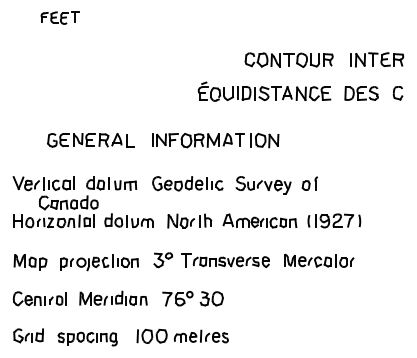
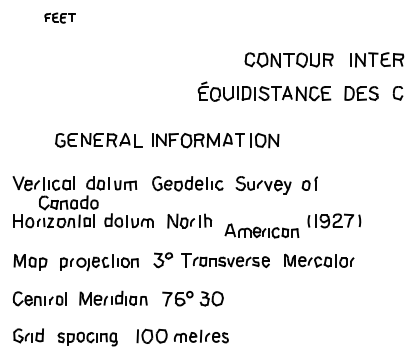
part at (59, 17) size: 40x14 px -> 32x12 px
part at (90, 140) position: (90, 140) -> (98, 140)
part at (259, 220) position: (259, 220) -> (261, 230)
